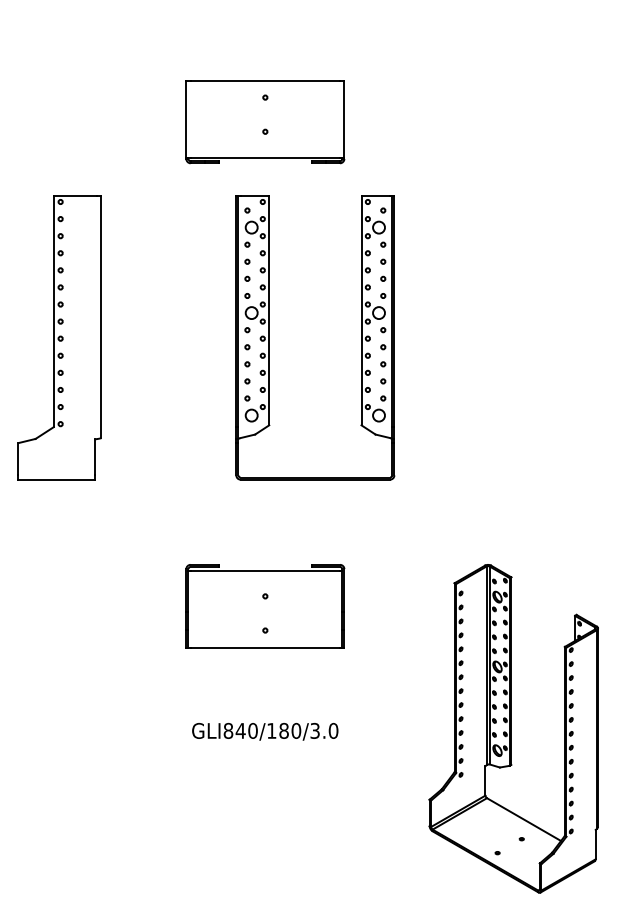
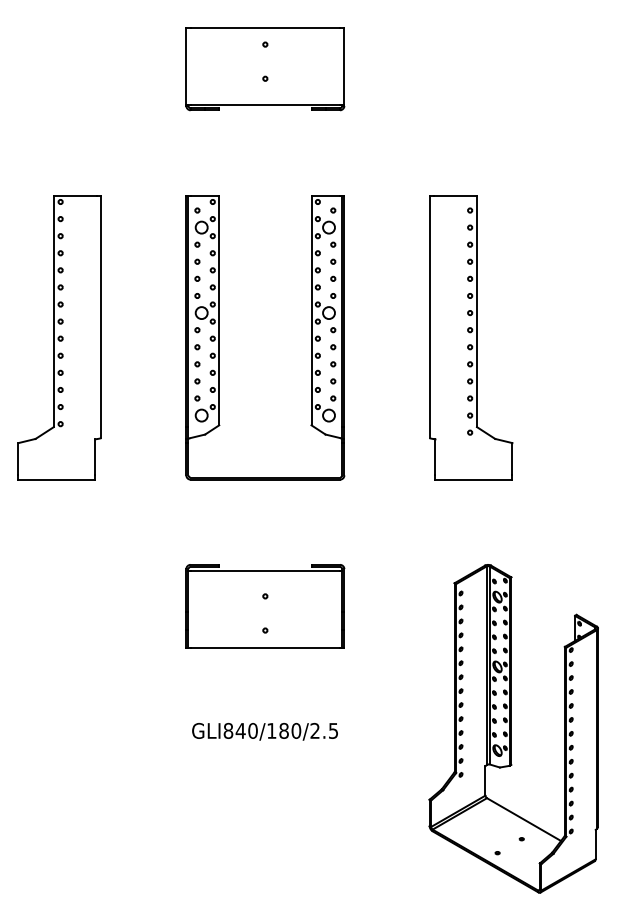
part at (265, 122) position: (265, 122) -> (265, 69)
part at (269, 337) position: (269, 337) -> (219, 337)
part at (471, 337): none -> present
text at (324, 730): GLI840/180/3.0 -> GLI840/180/2.5
